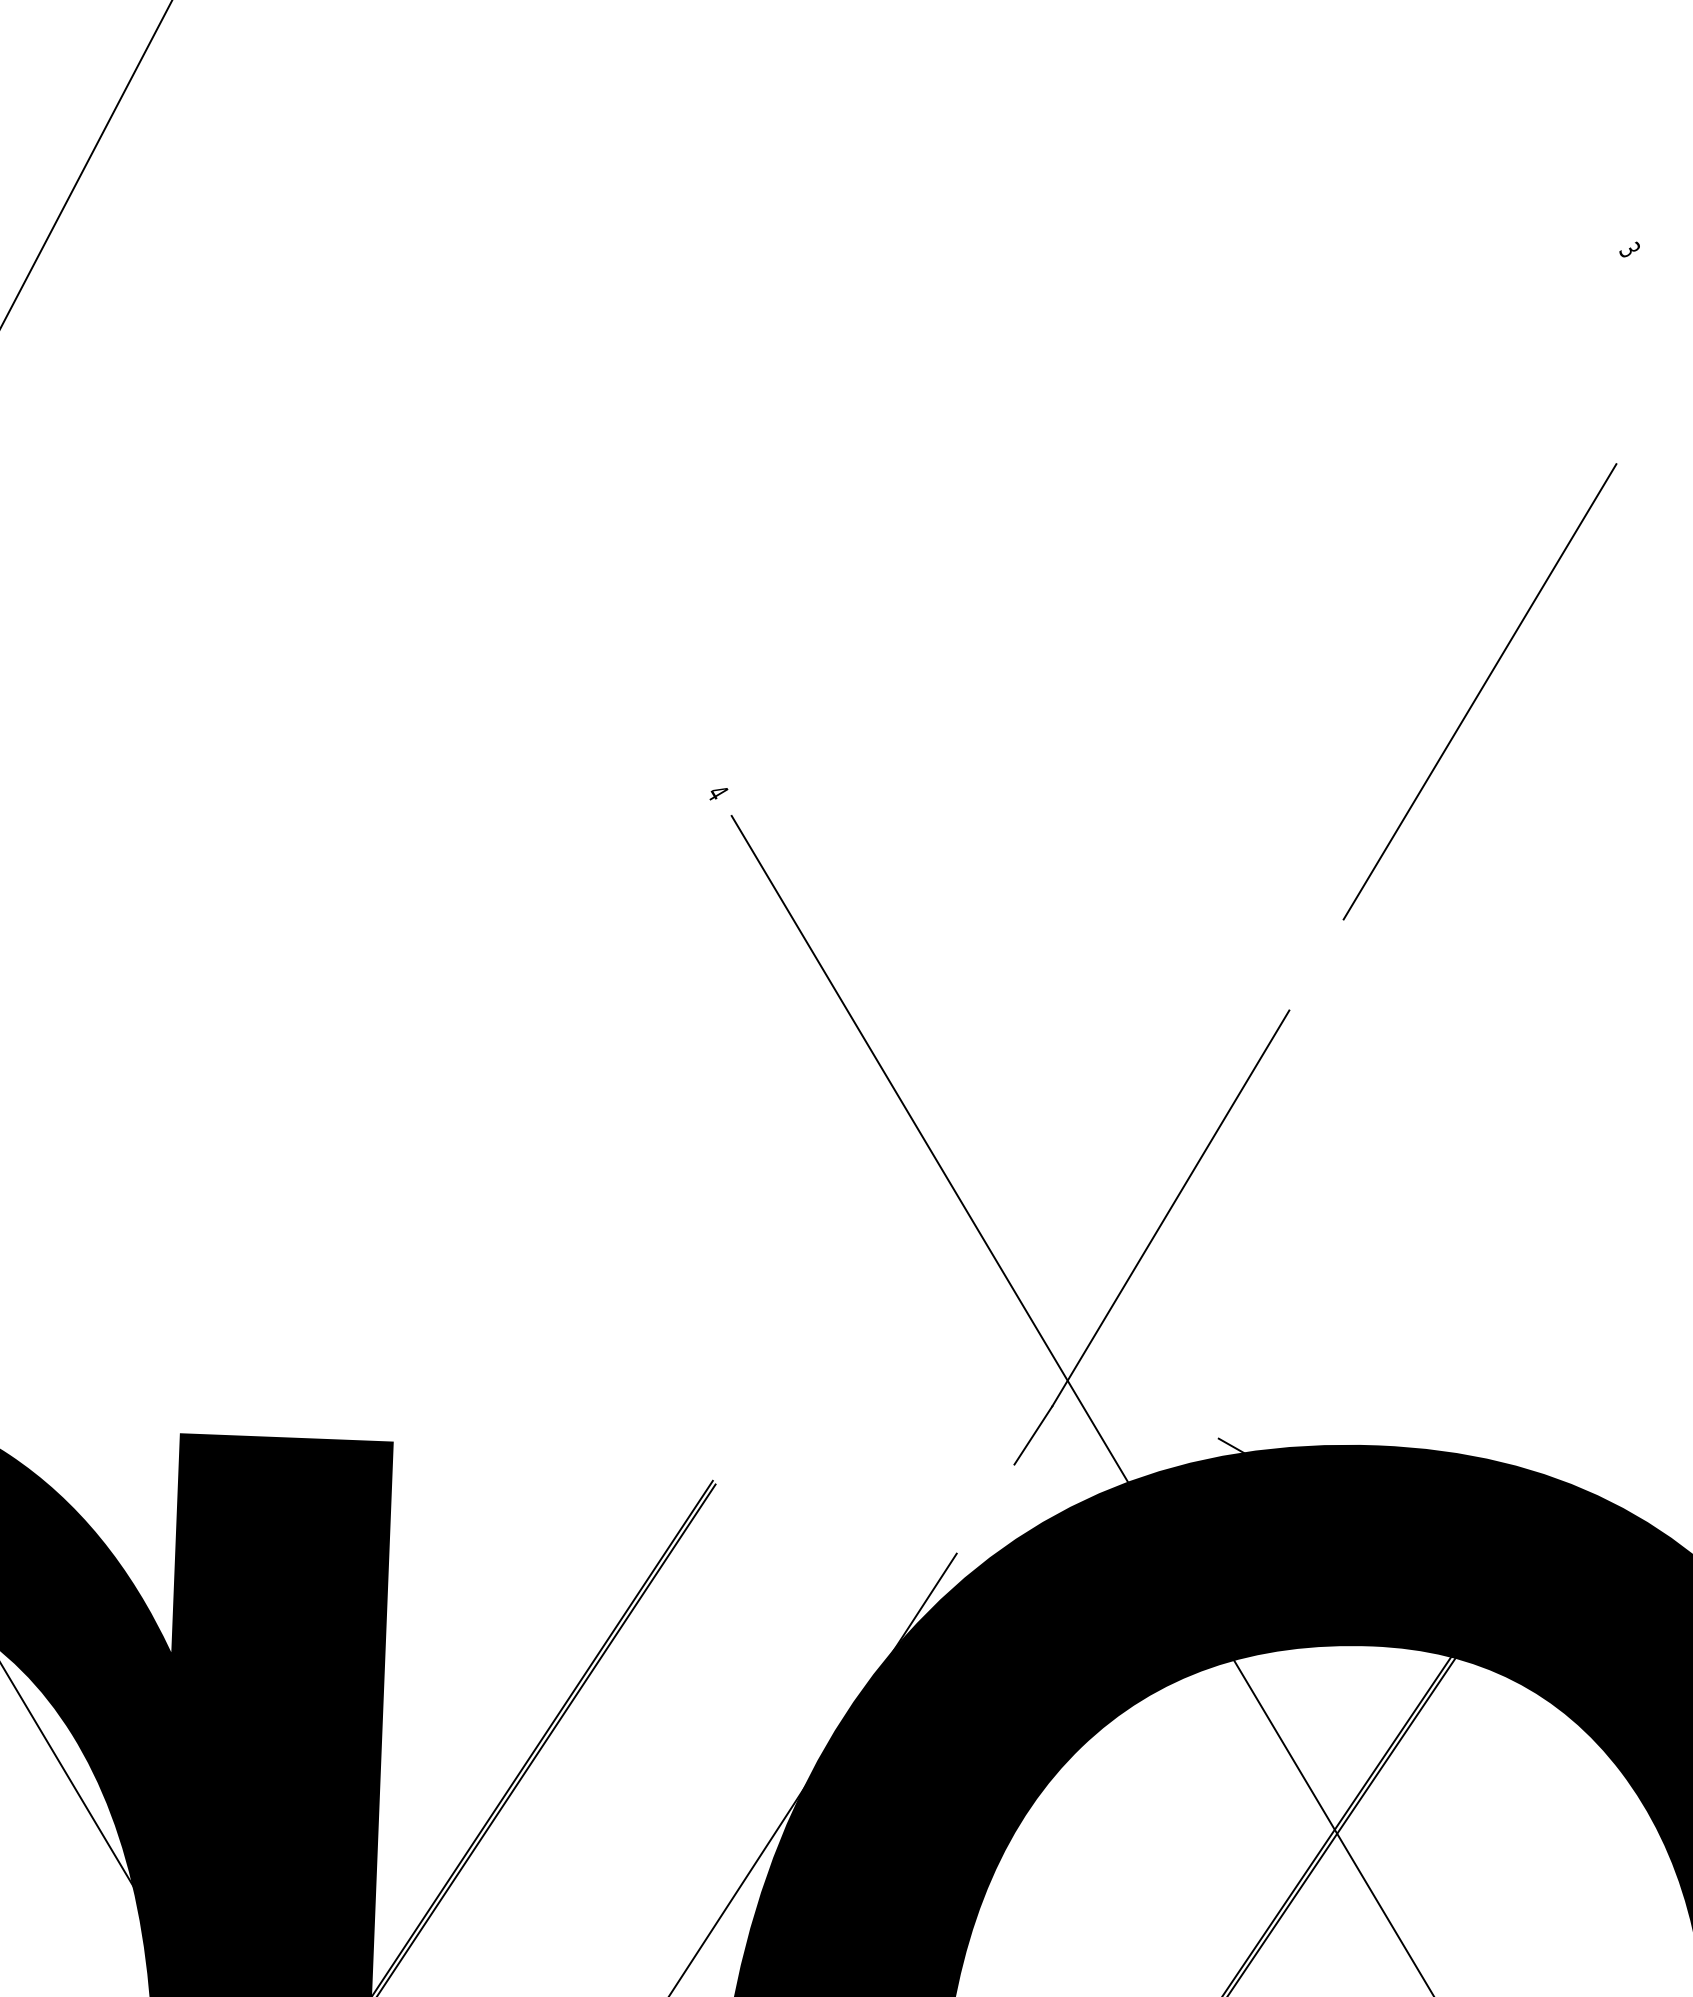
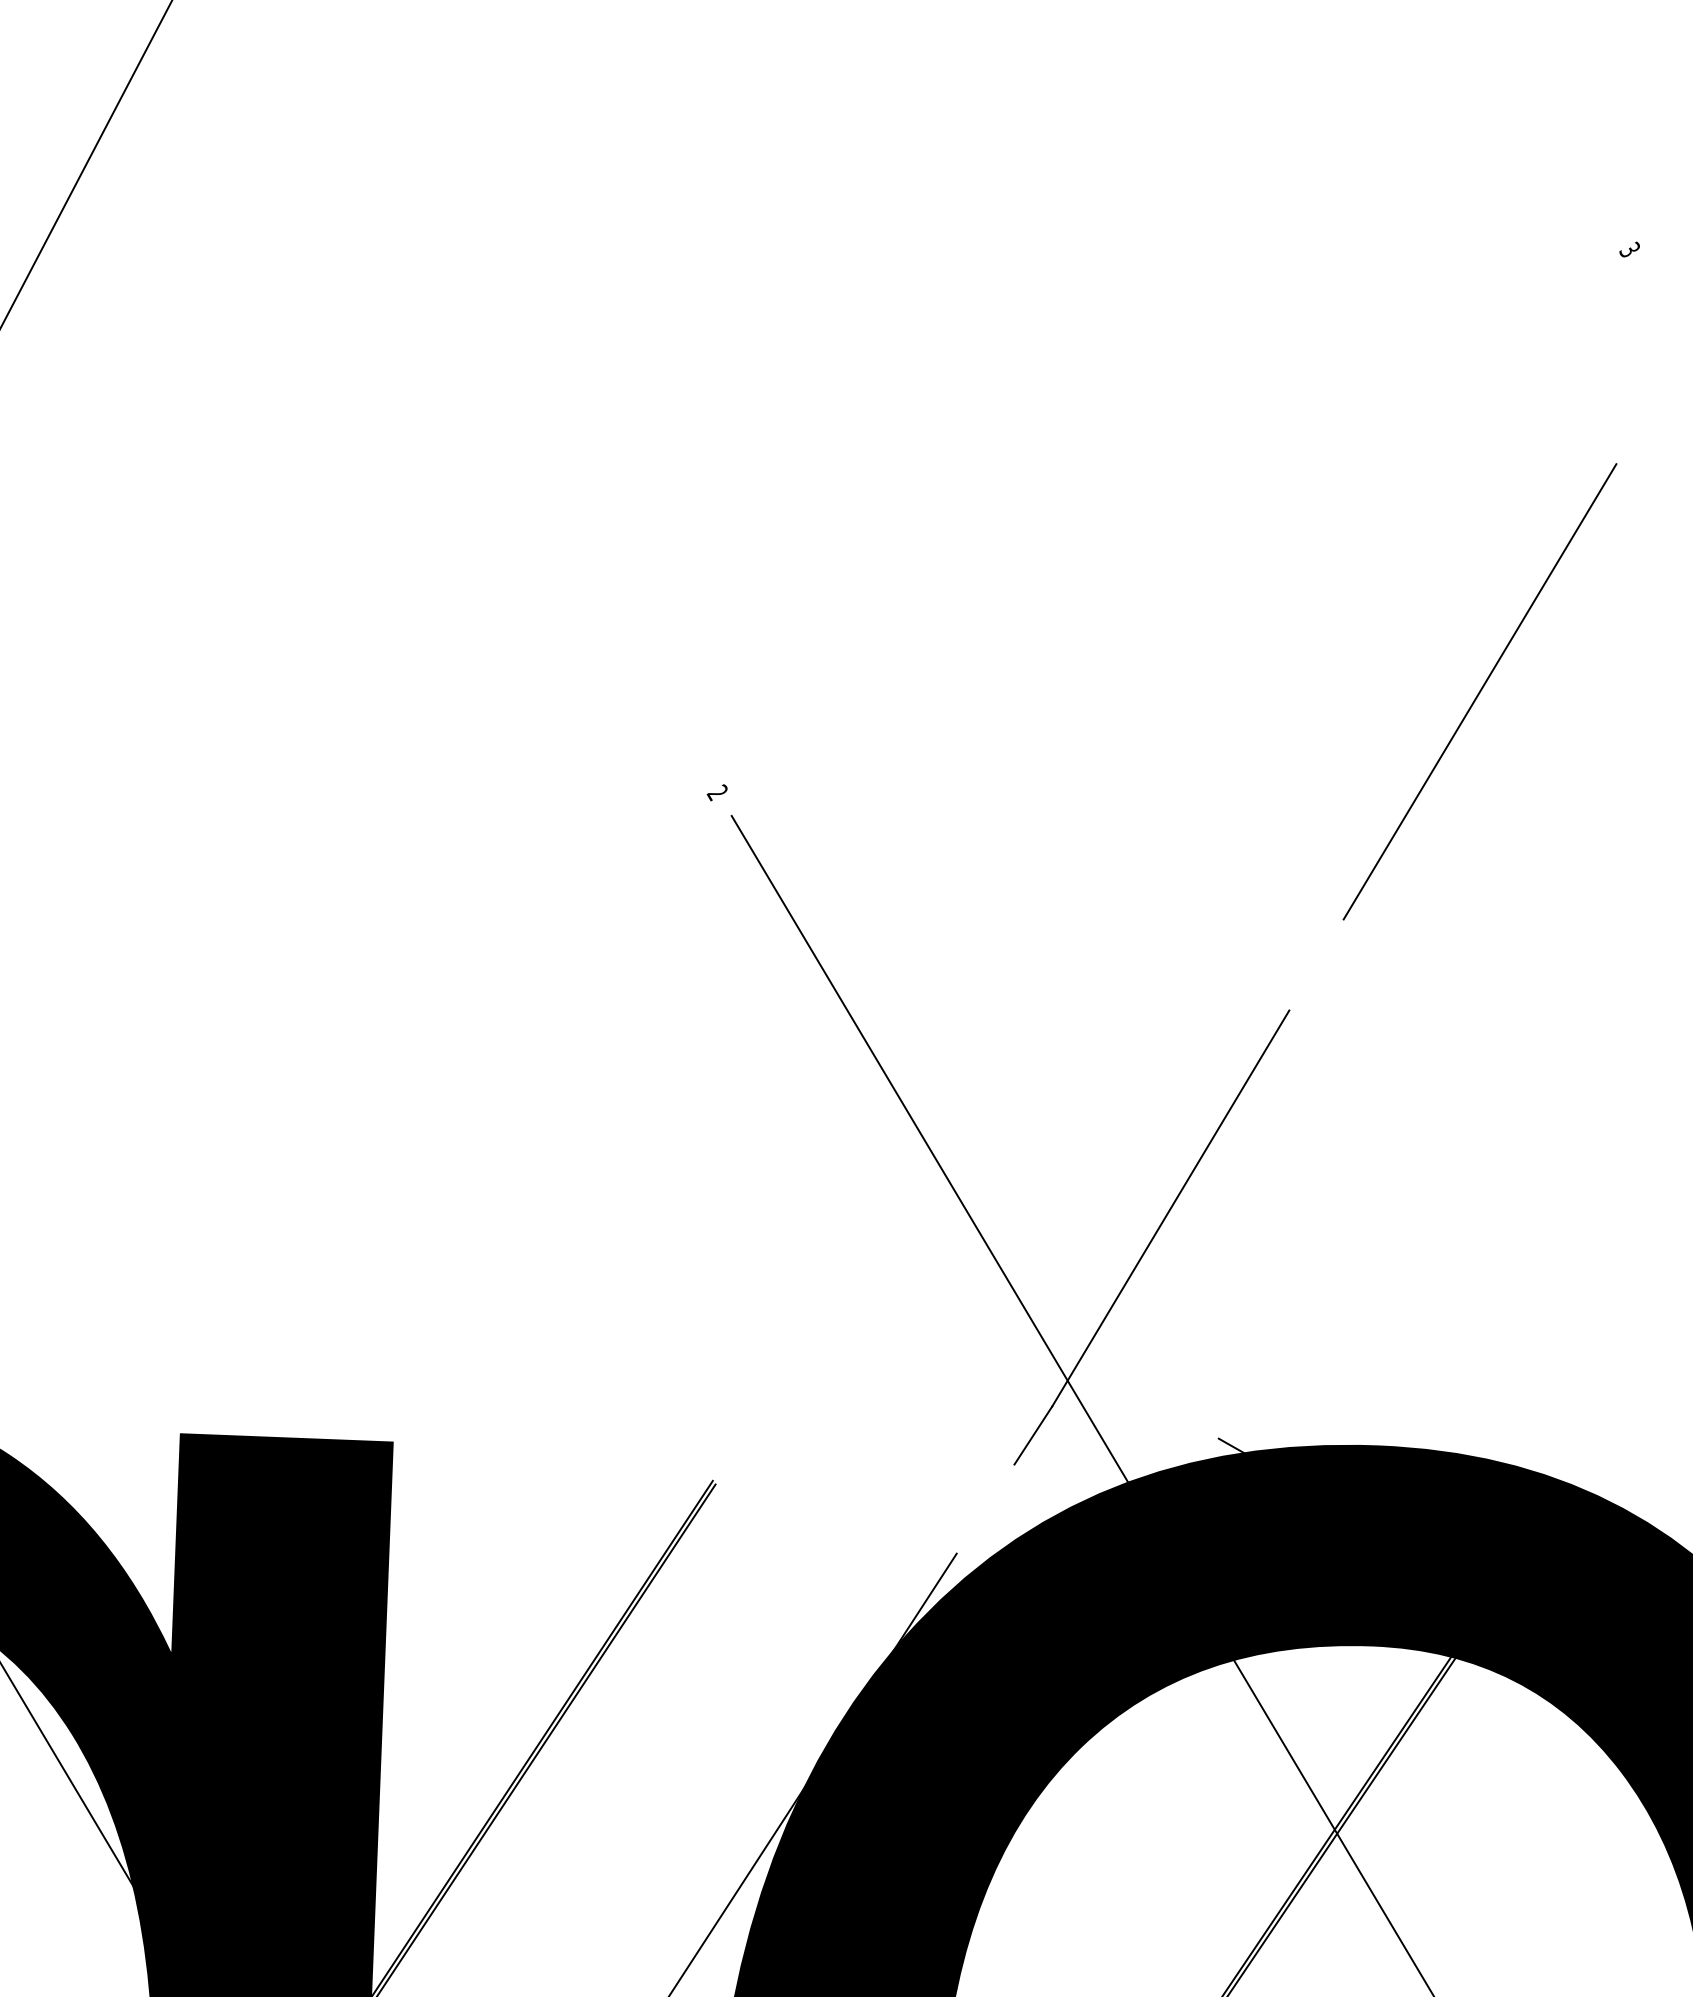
text at (717, 792): 4 -> 2
